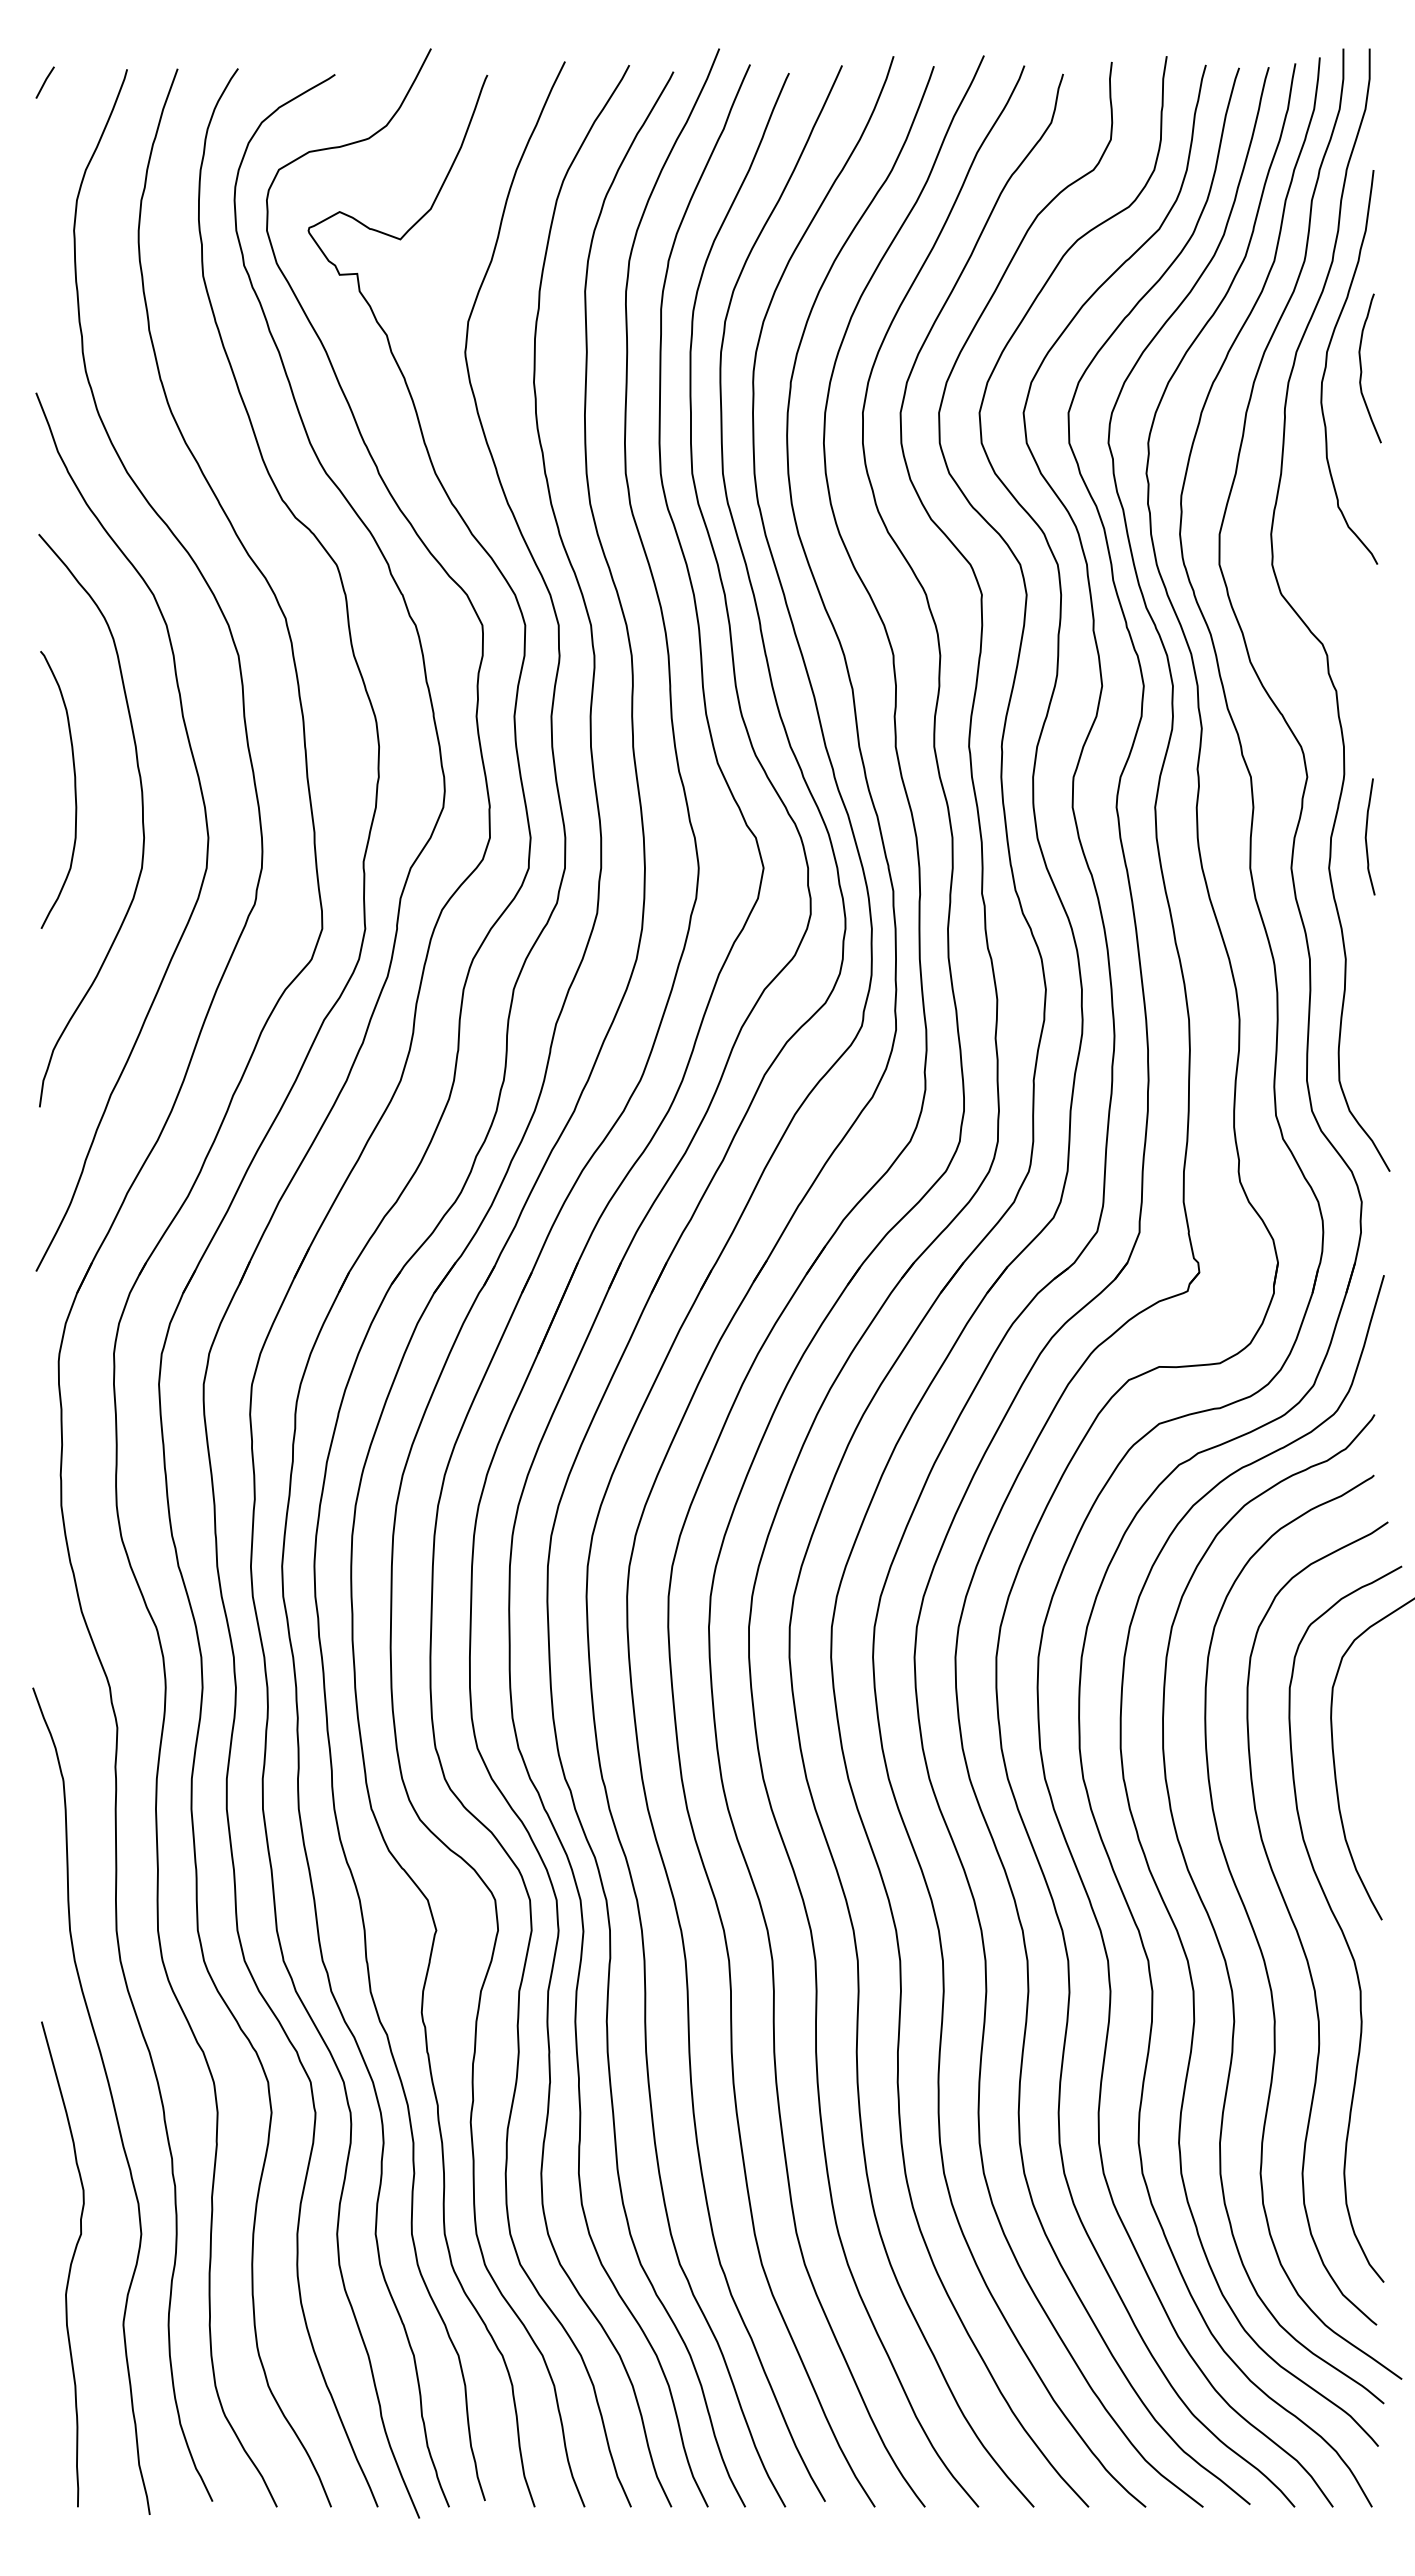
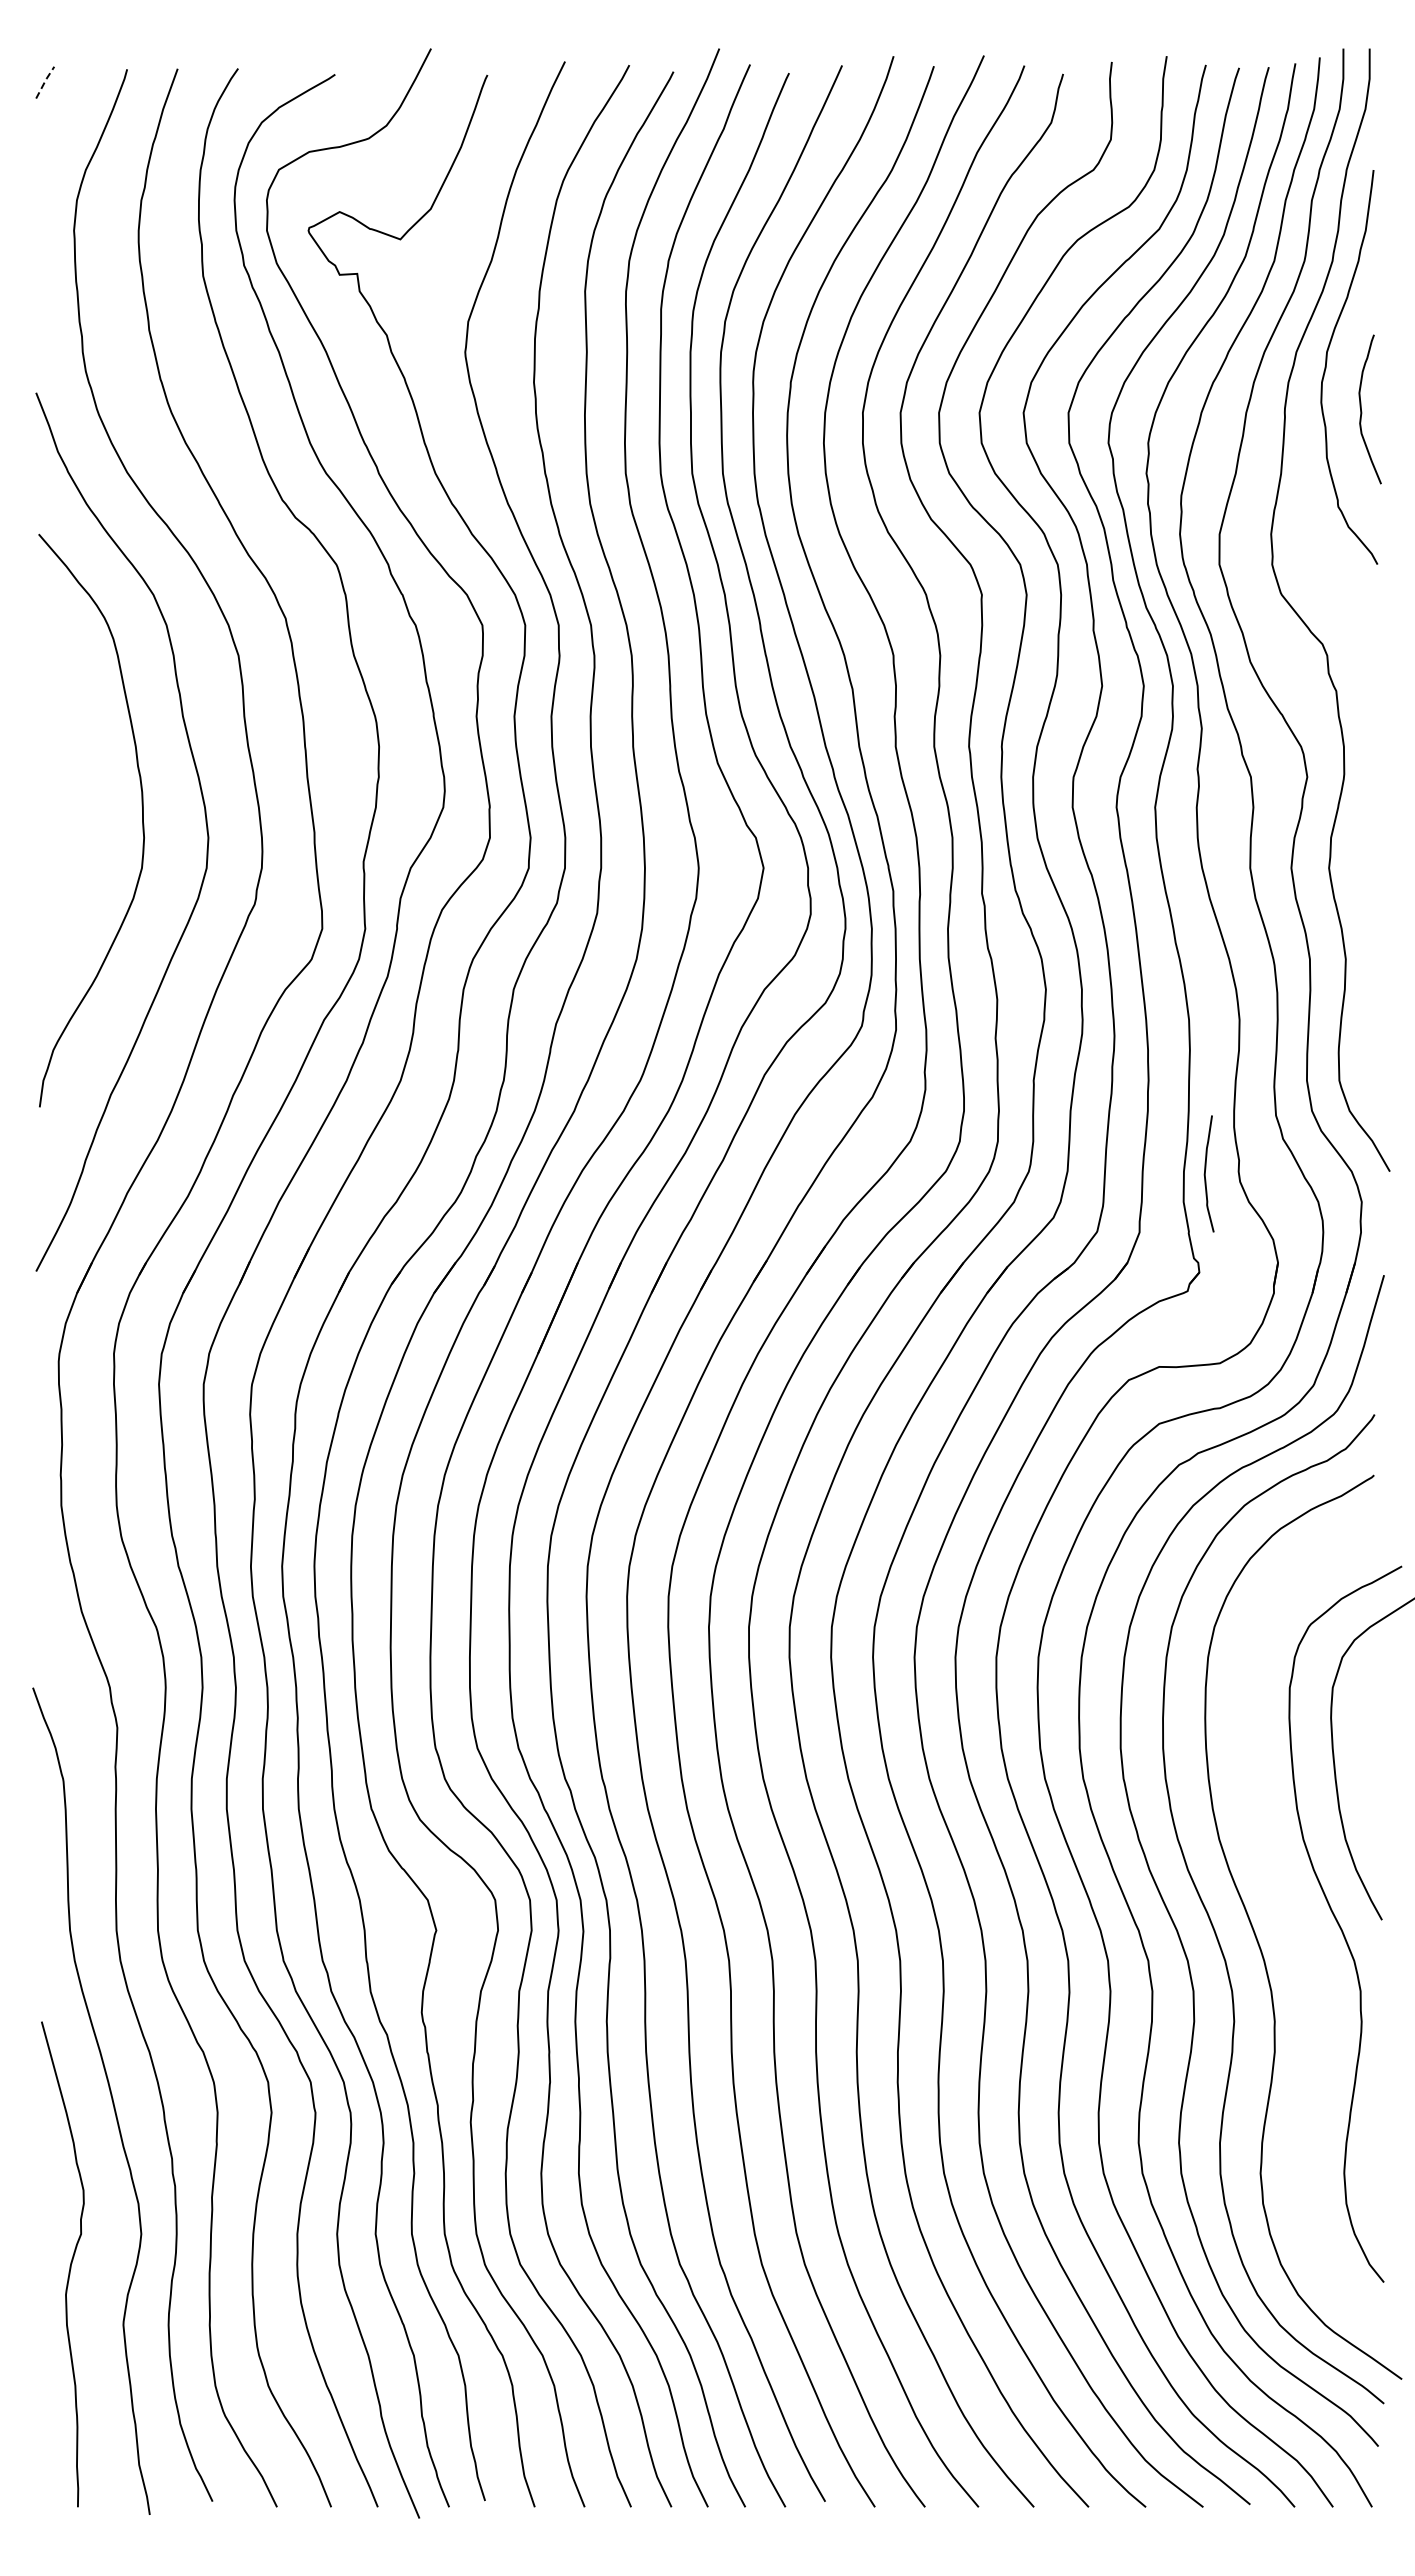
line at (45, 81): solid -> dashed
curve at (1362, 370) position: (1362, 370) -> (1362, 411)
curve at (74, 789): present -> none
curve at (1366, 836) position: (1366, 836) -> (1205, 1173)
curve at (1297, 1929): present -> none
